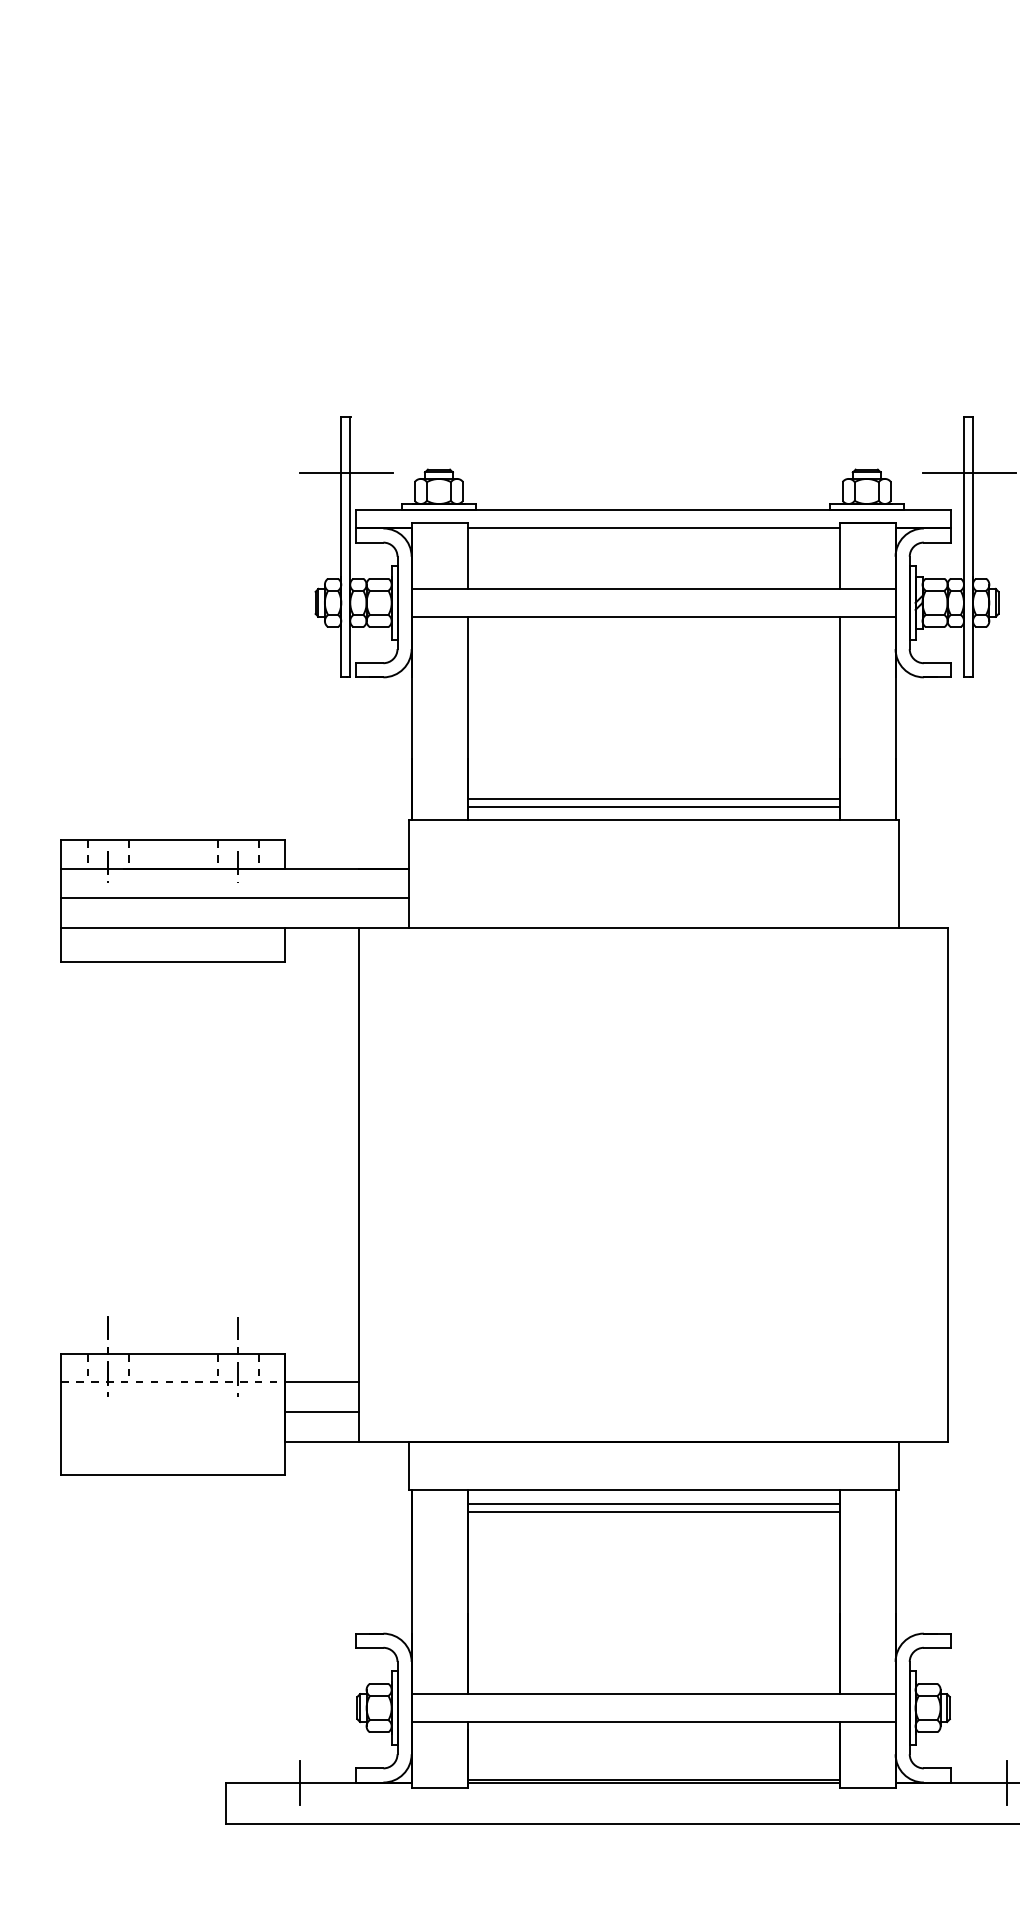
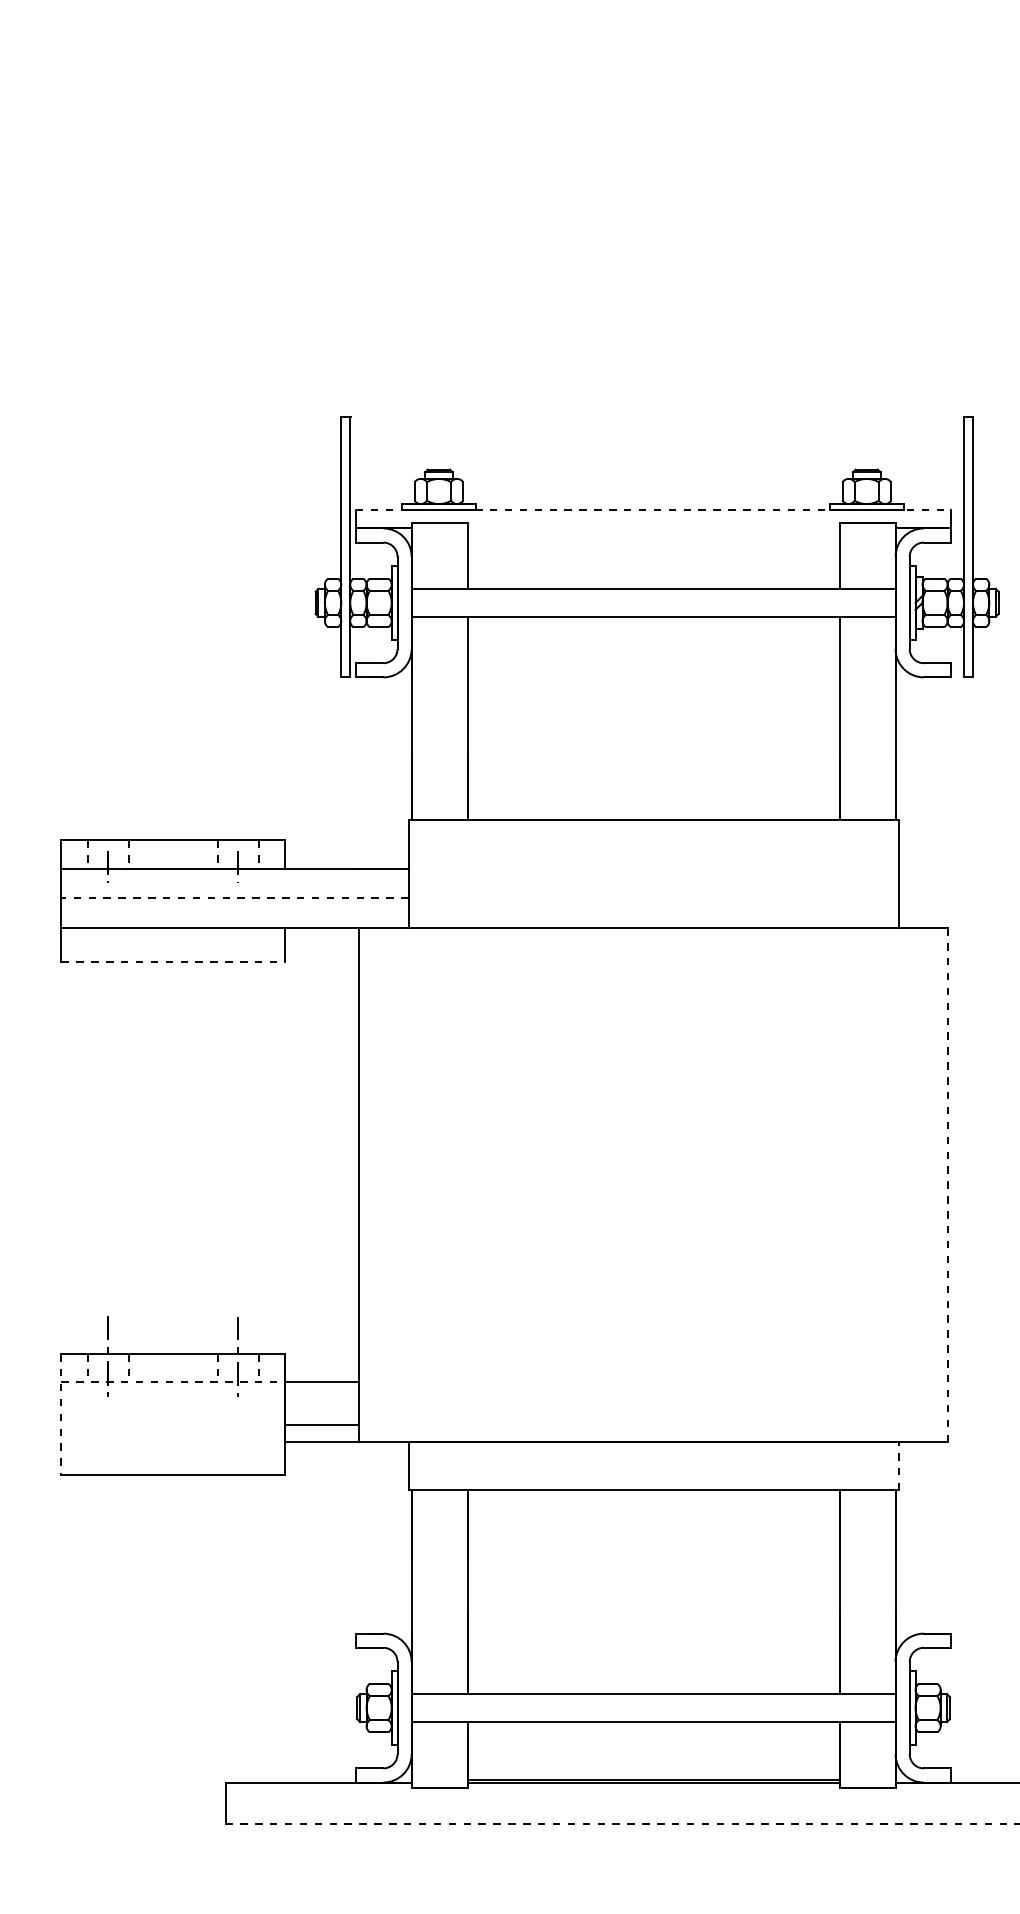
line at (345, 472): present -> none
line at (968, 472): present -> none
line at (653, 509): solid -> dashed
line at (653, 528): present -> none
line at (653, 798): present -> none
line at (653, 806): present -> none
line at (235, 898): solid -> dashed
line at (173, 961): solid -> dashed
line at (948, 1185): solid -> dashed
line at (321, 1412) position: (321, 1412) -> (321, 1425)
line at (61, 1414): solid -> dashed
line at (898, 1465): solid -> dashed
line at (653, 1504): present -> none
line at (653, 1512): present -> none
line at (300, 1783): present -> none
line at (1007, 1783): present -> none
line at (622, 1824): solid -> dashed
